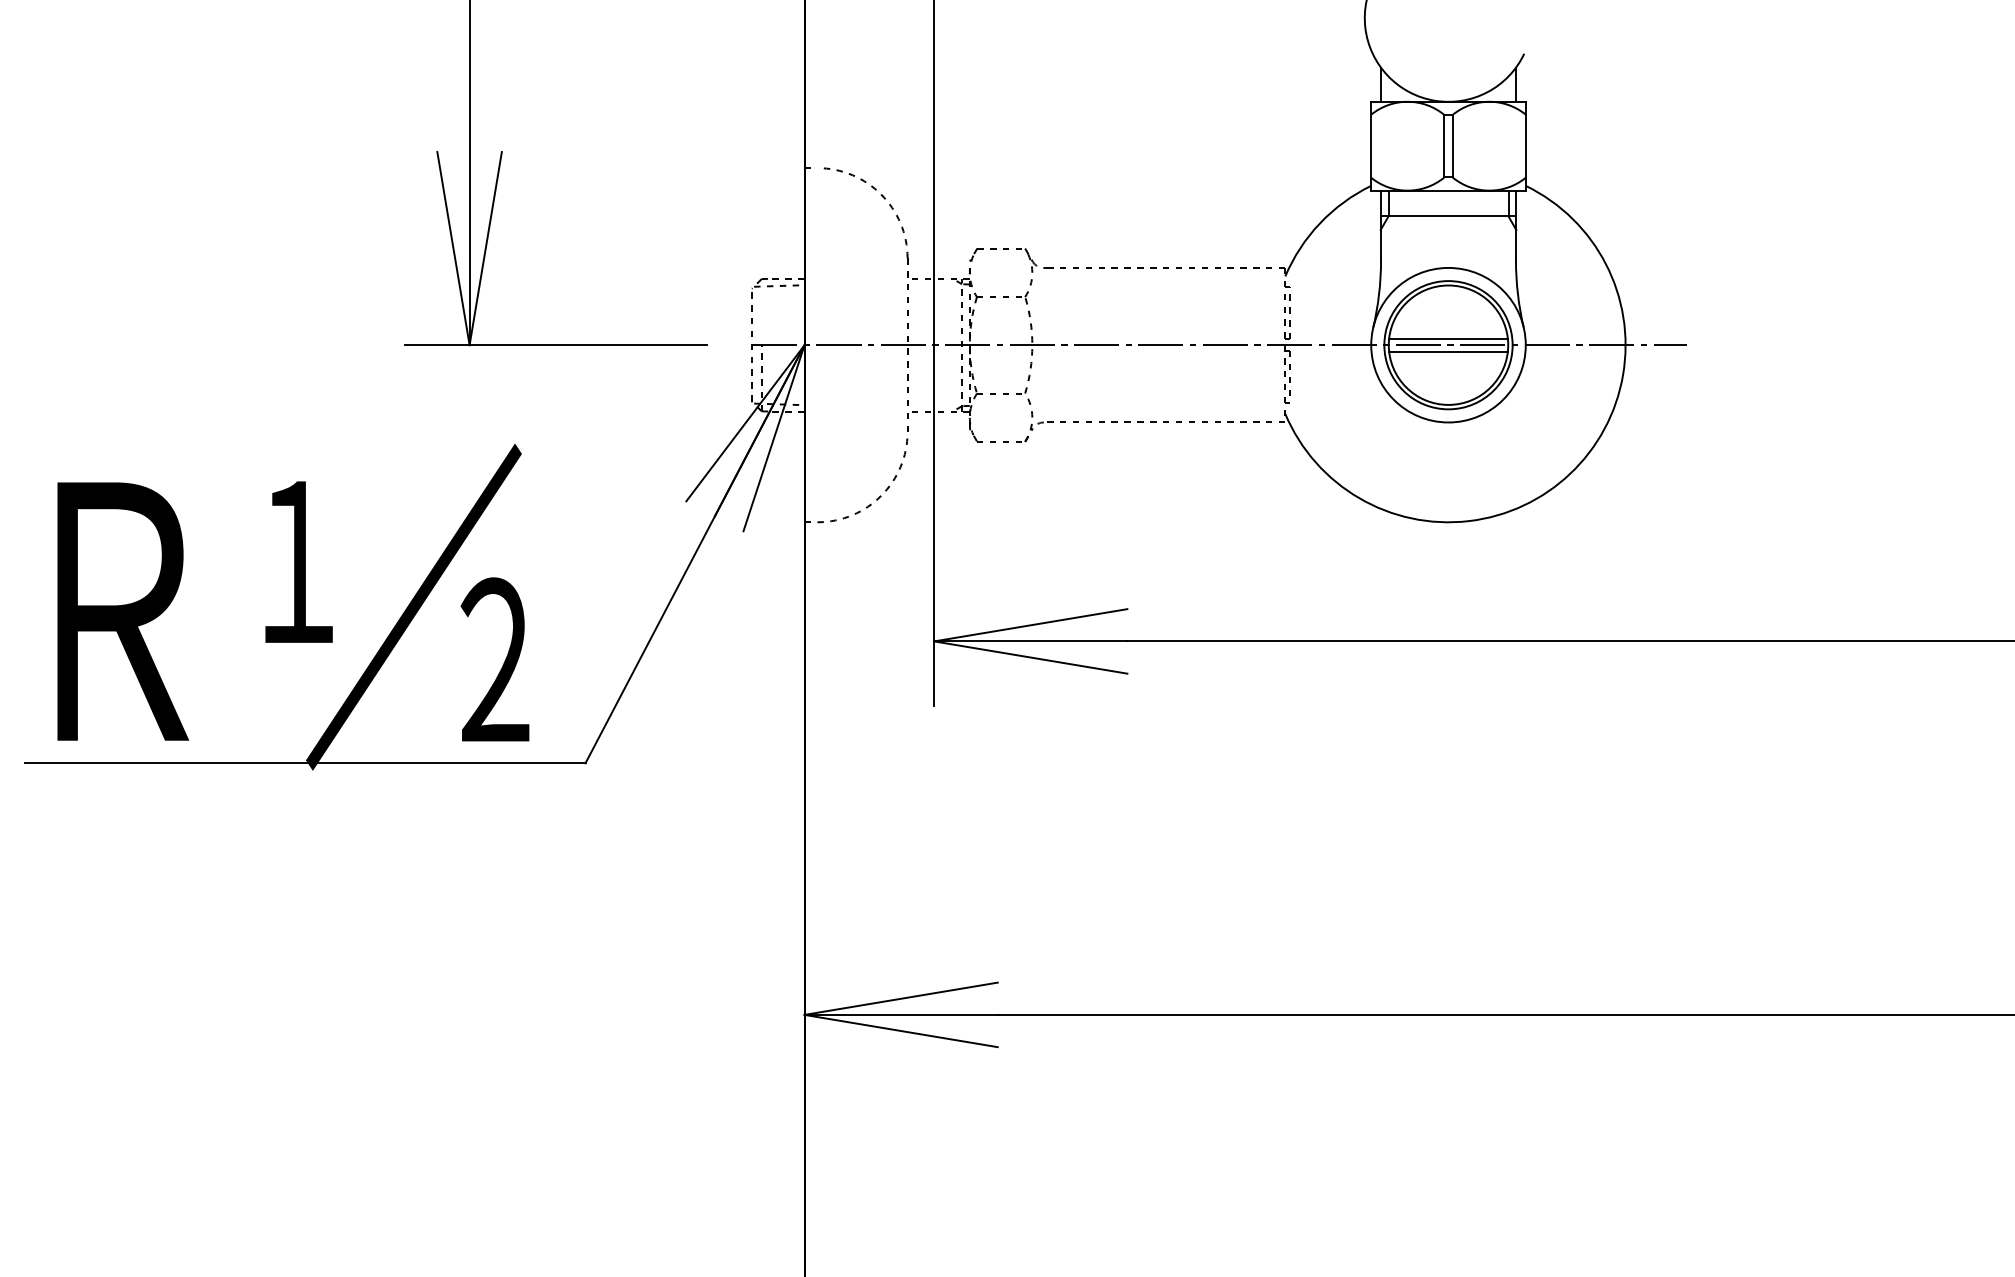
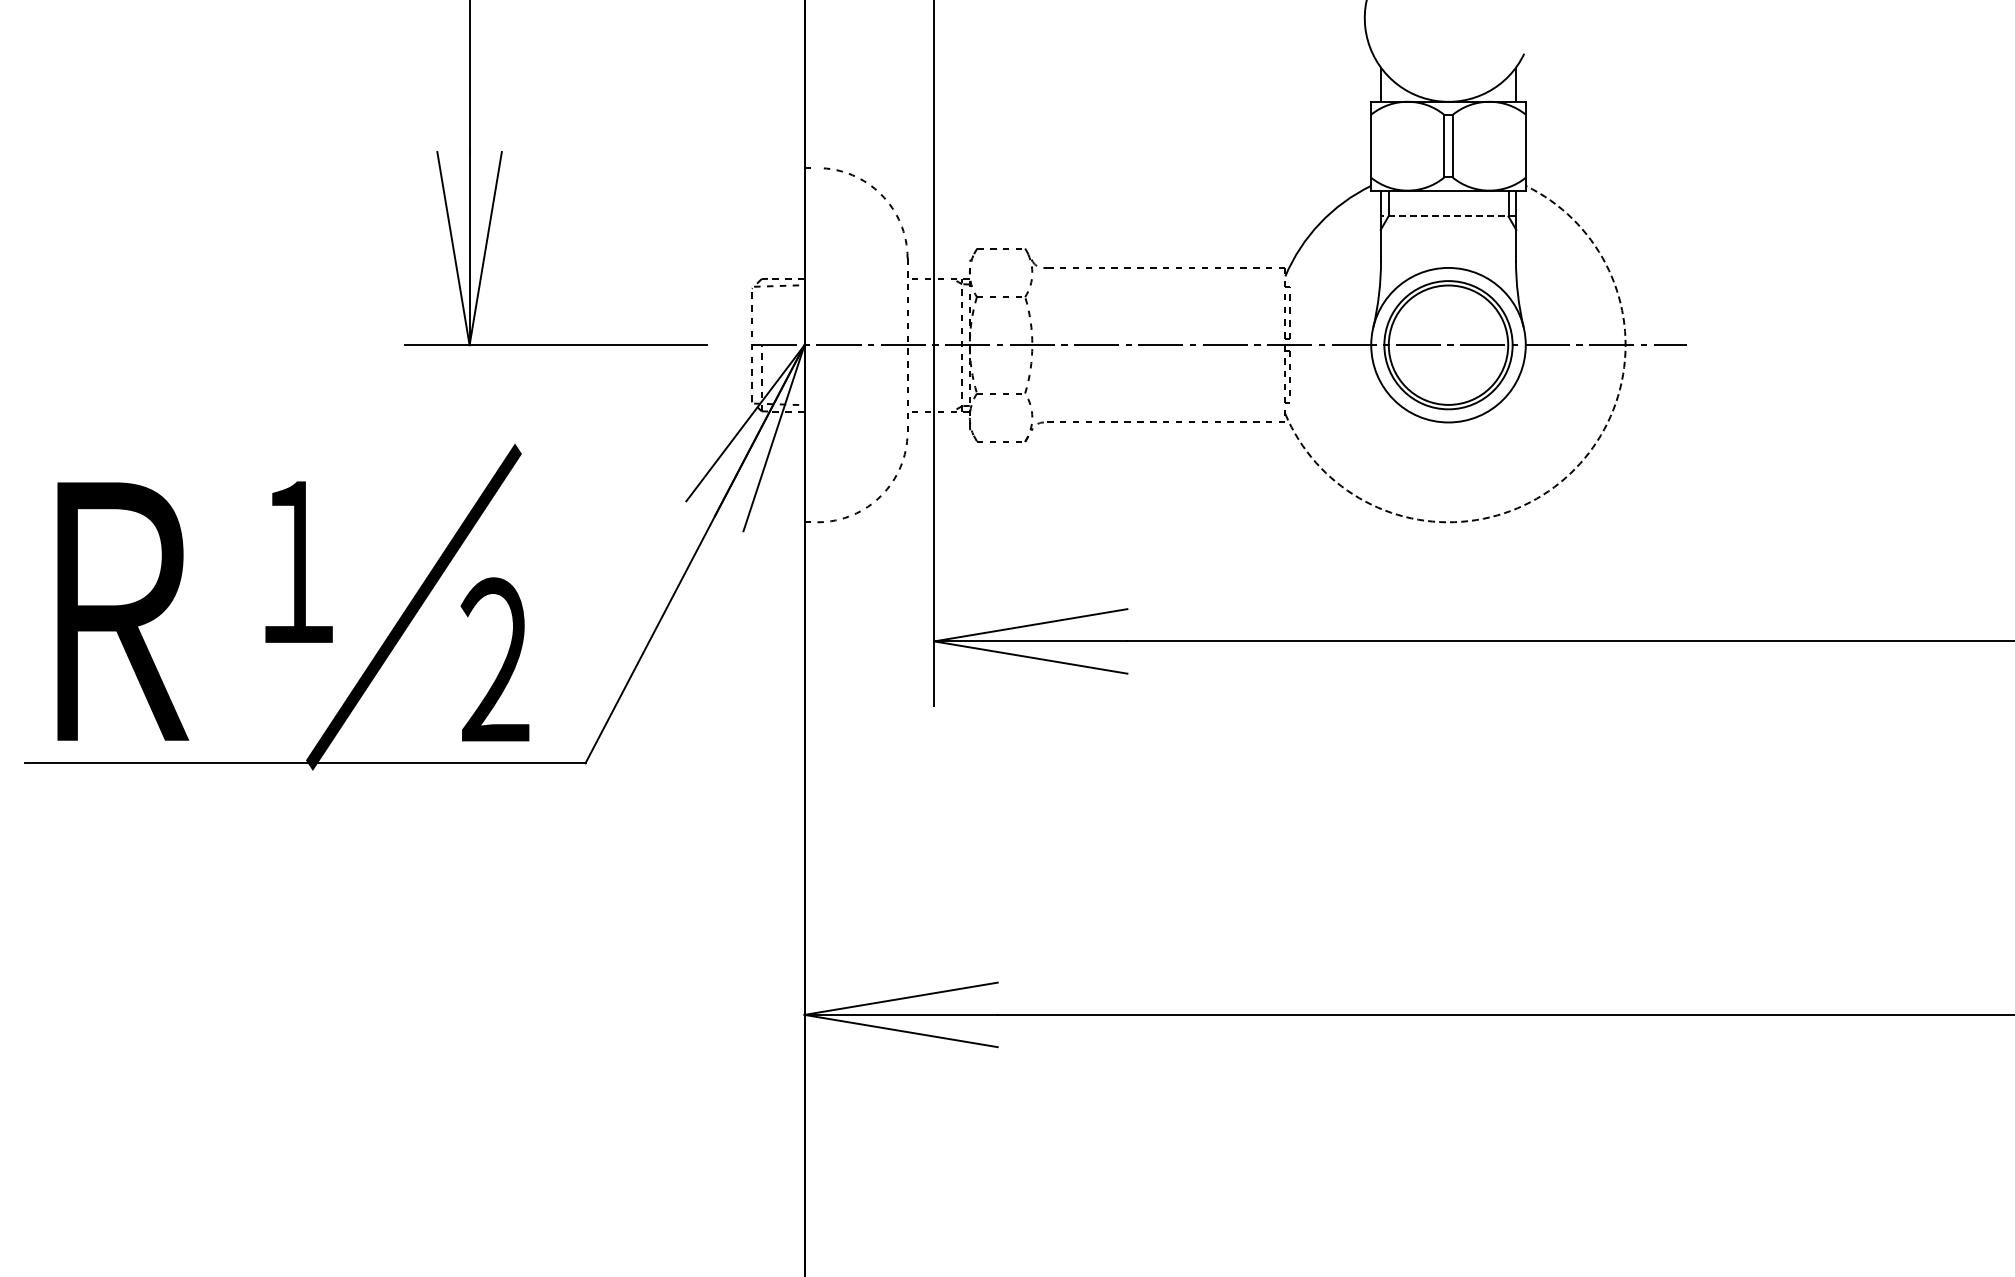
line at (1448, 216): solid -> dashed
line at (1448, 338): present -> none
line at (1448, 351): present -> none
arc at (1570, 473): solid -> dashed
